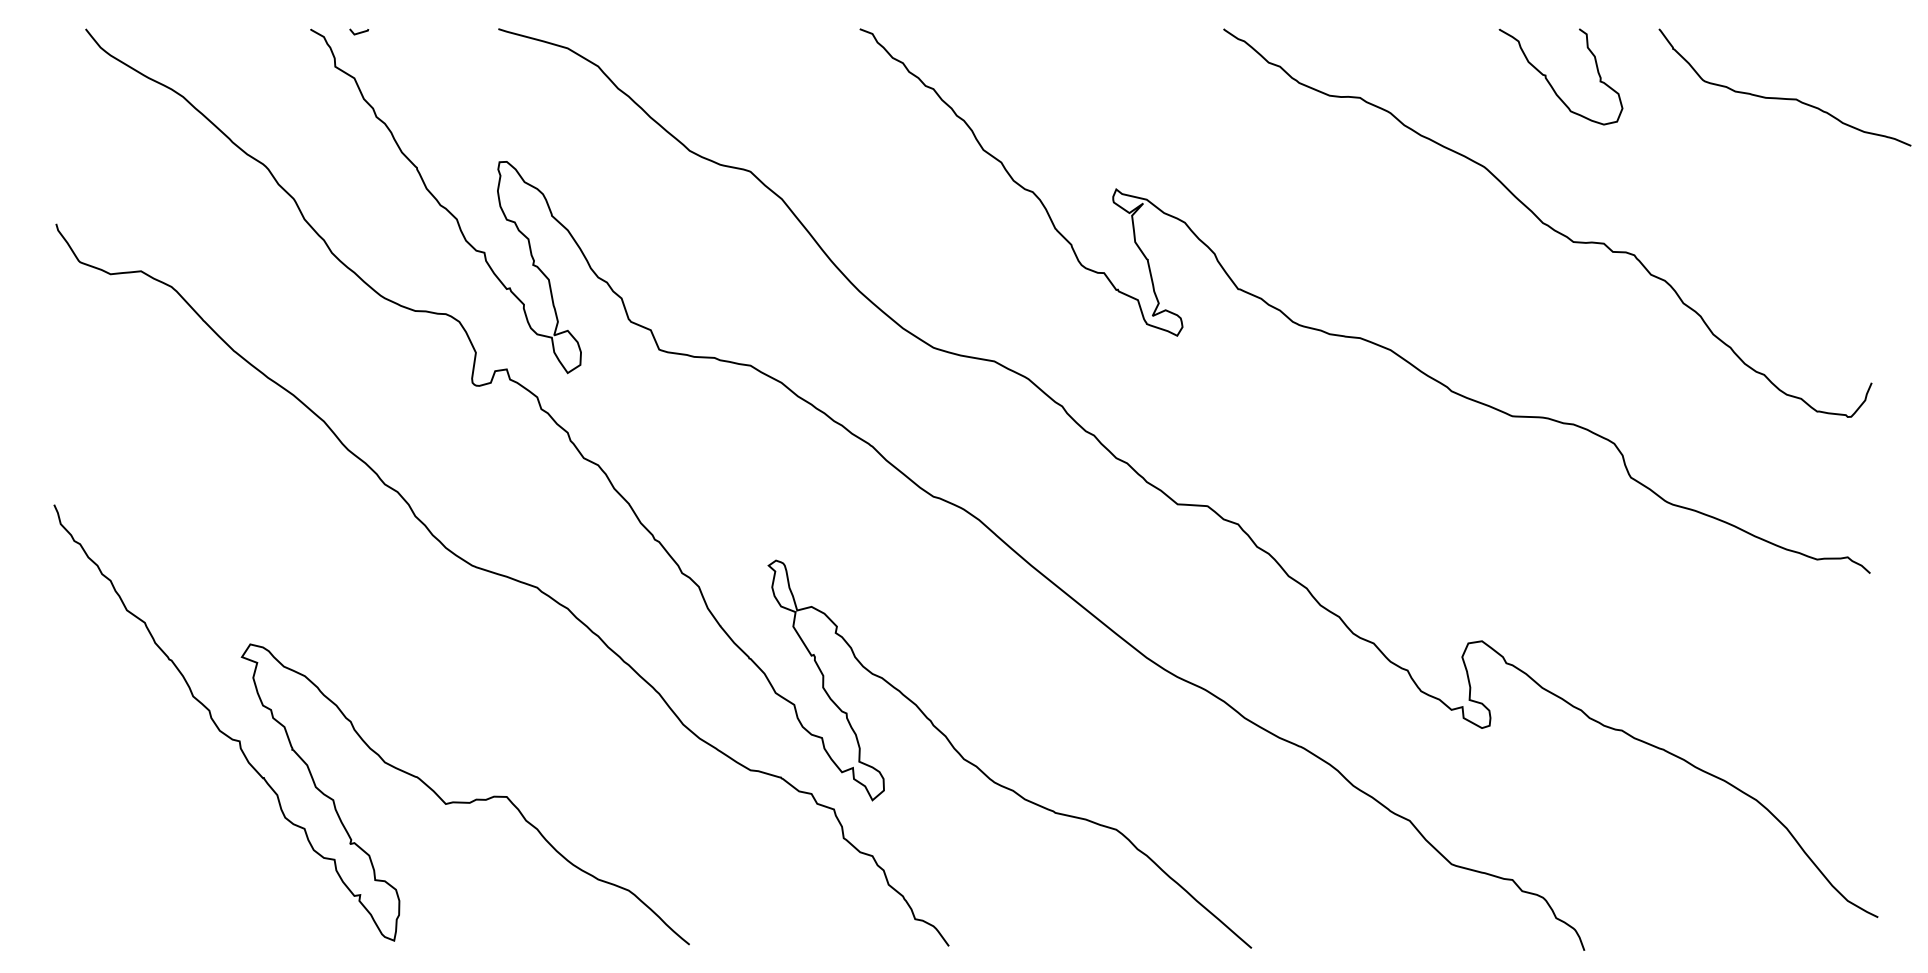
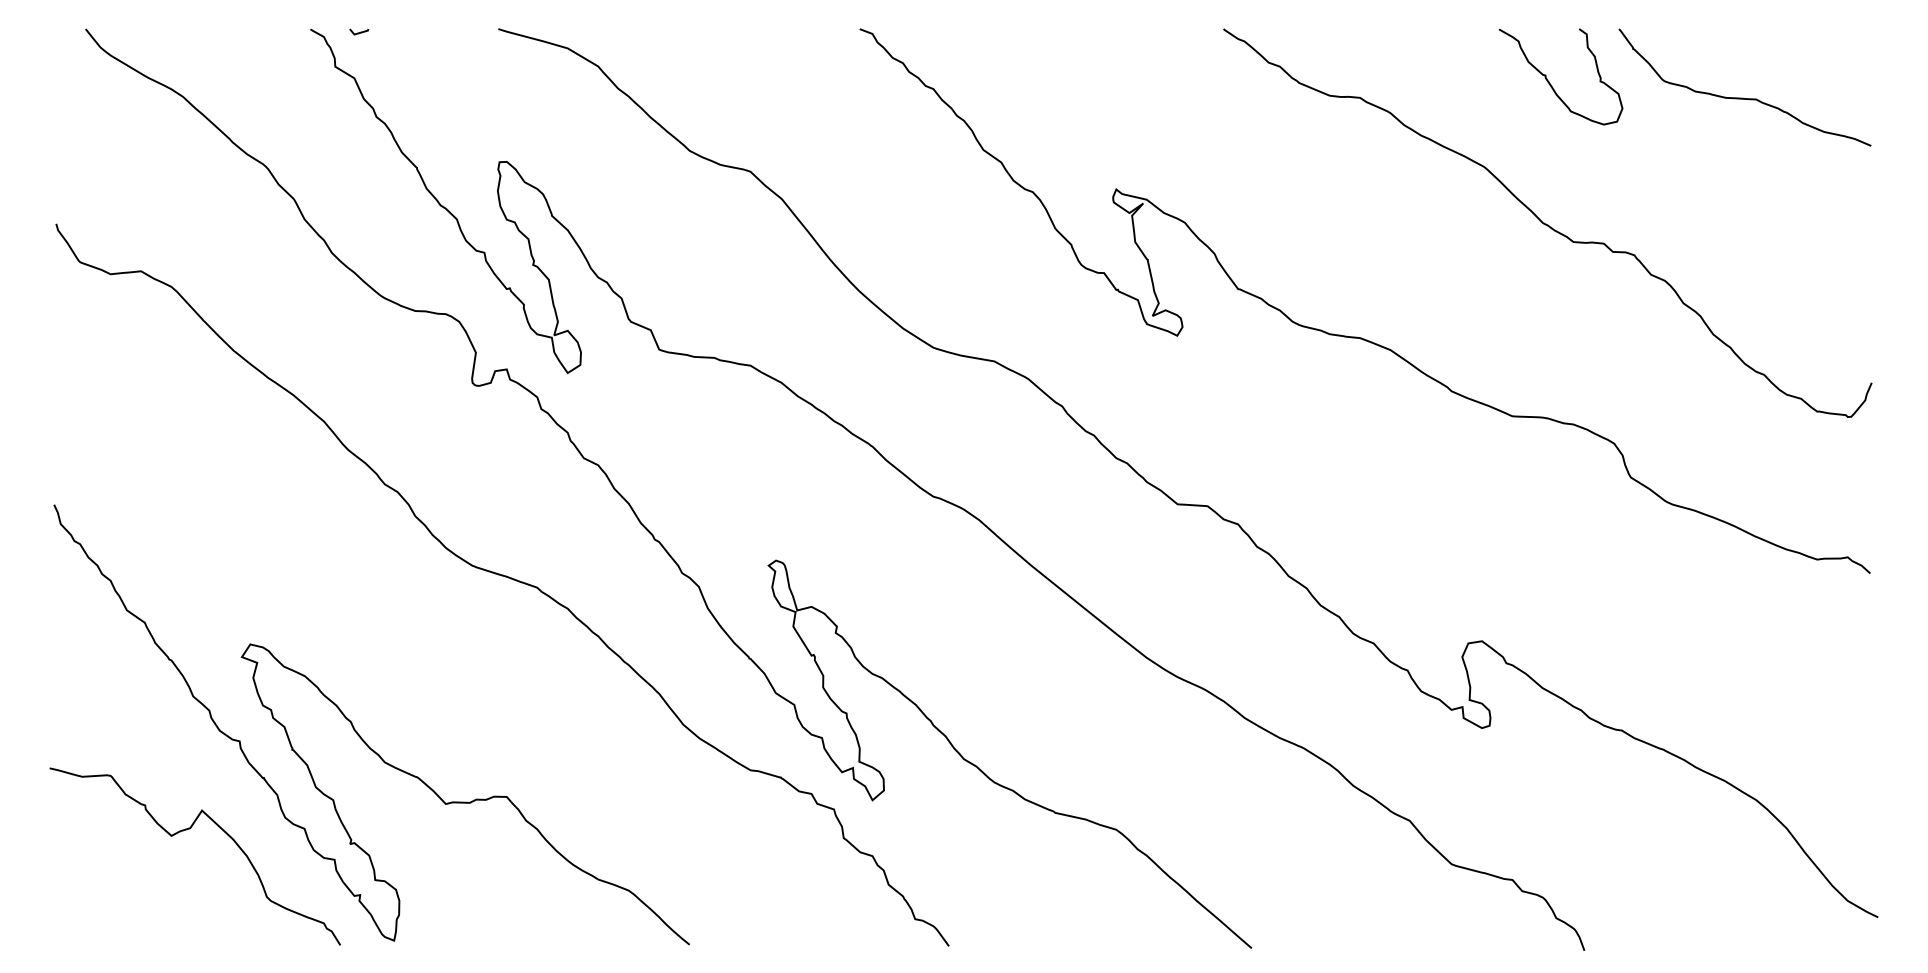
curve at (1783, 97) position: (1783, 97) -> (1743, 97)
curve at (186, 830): none -> present
